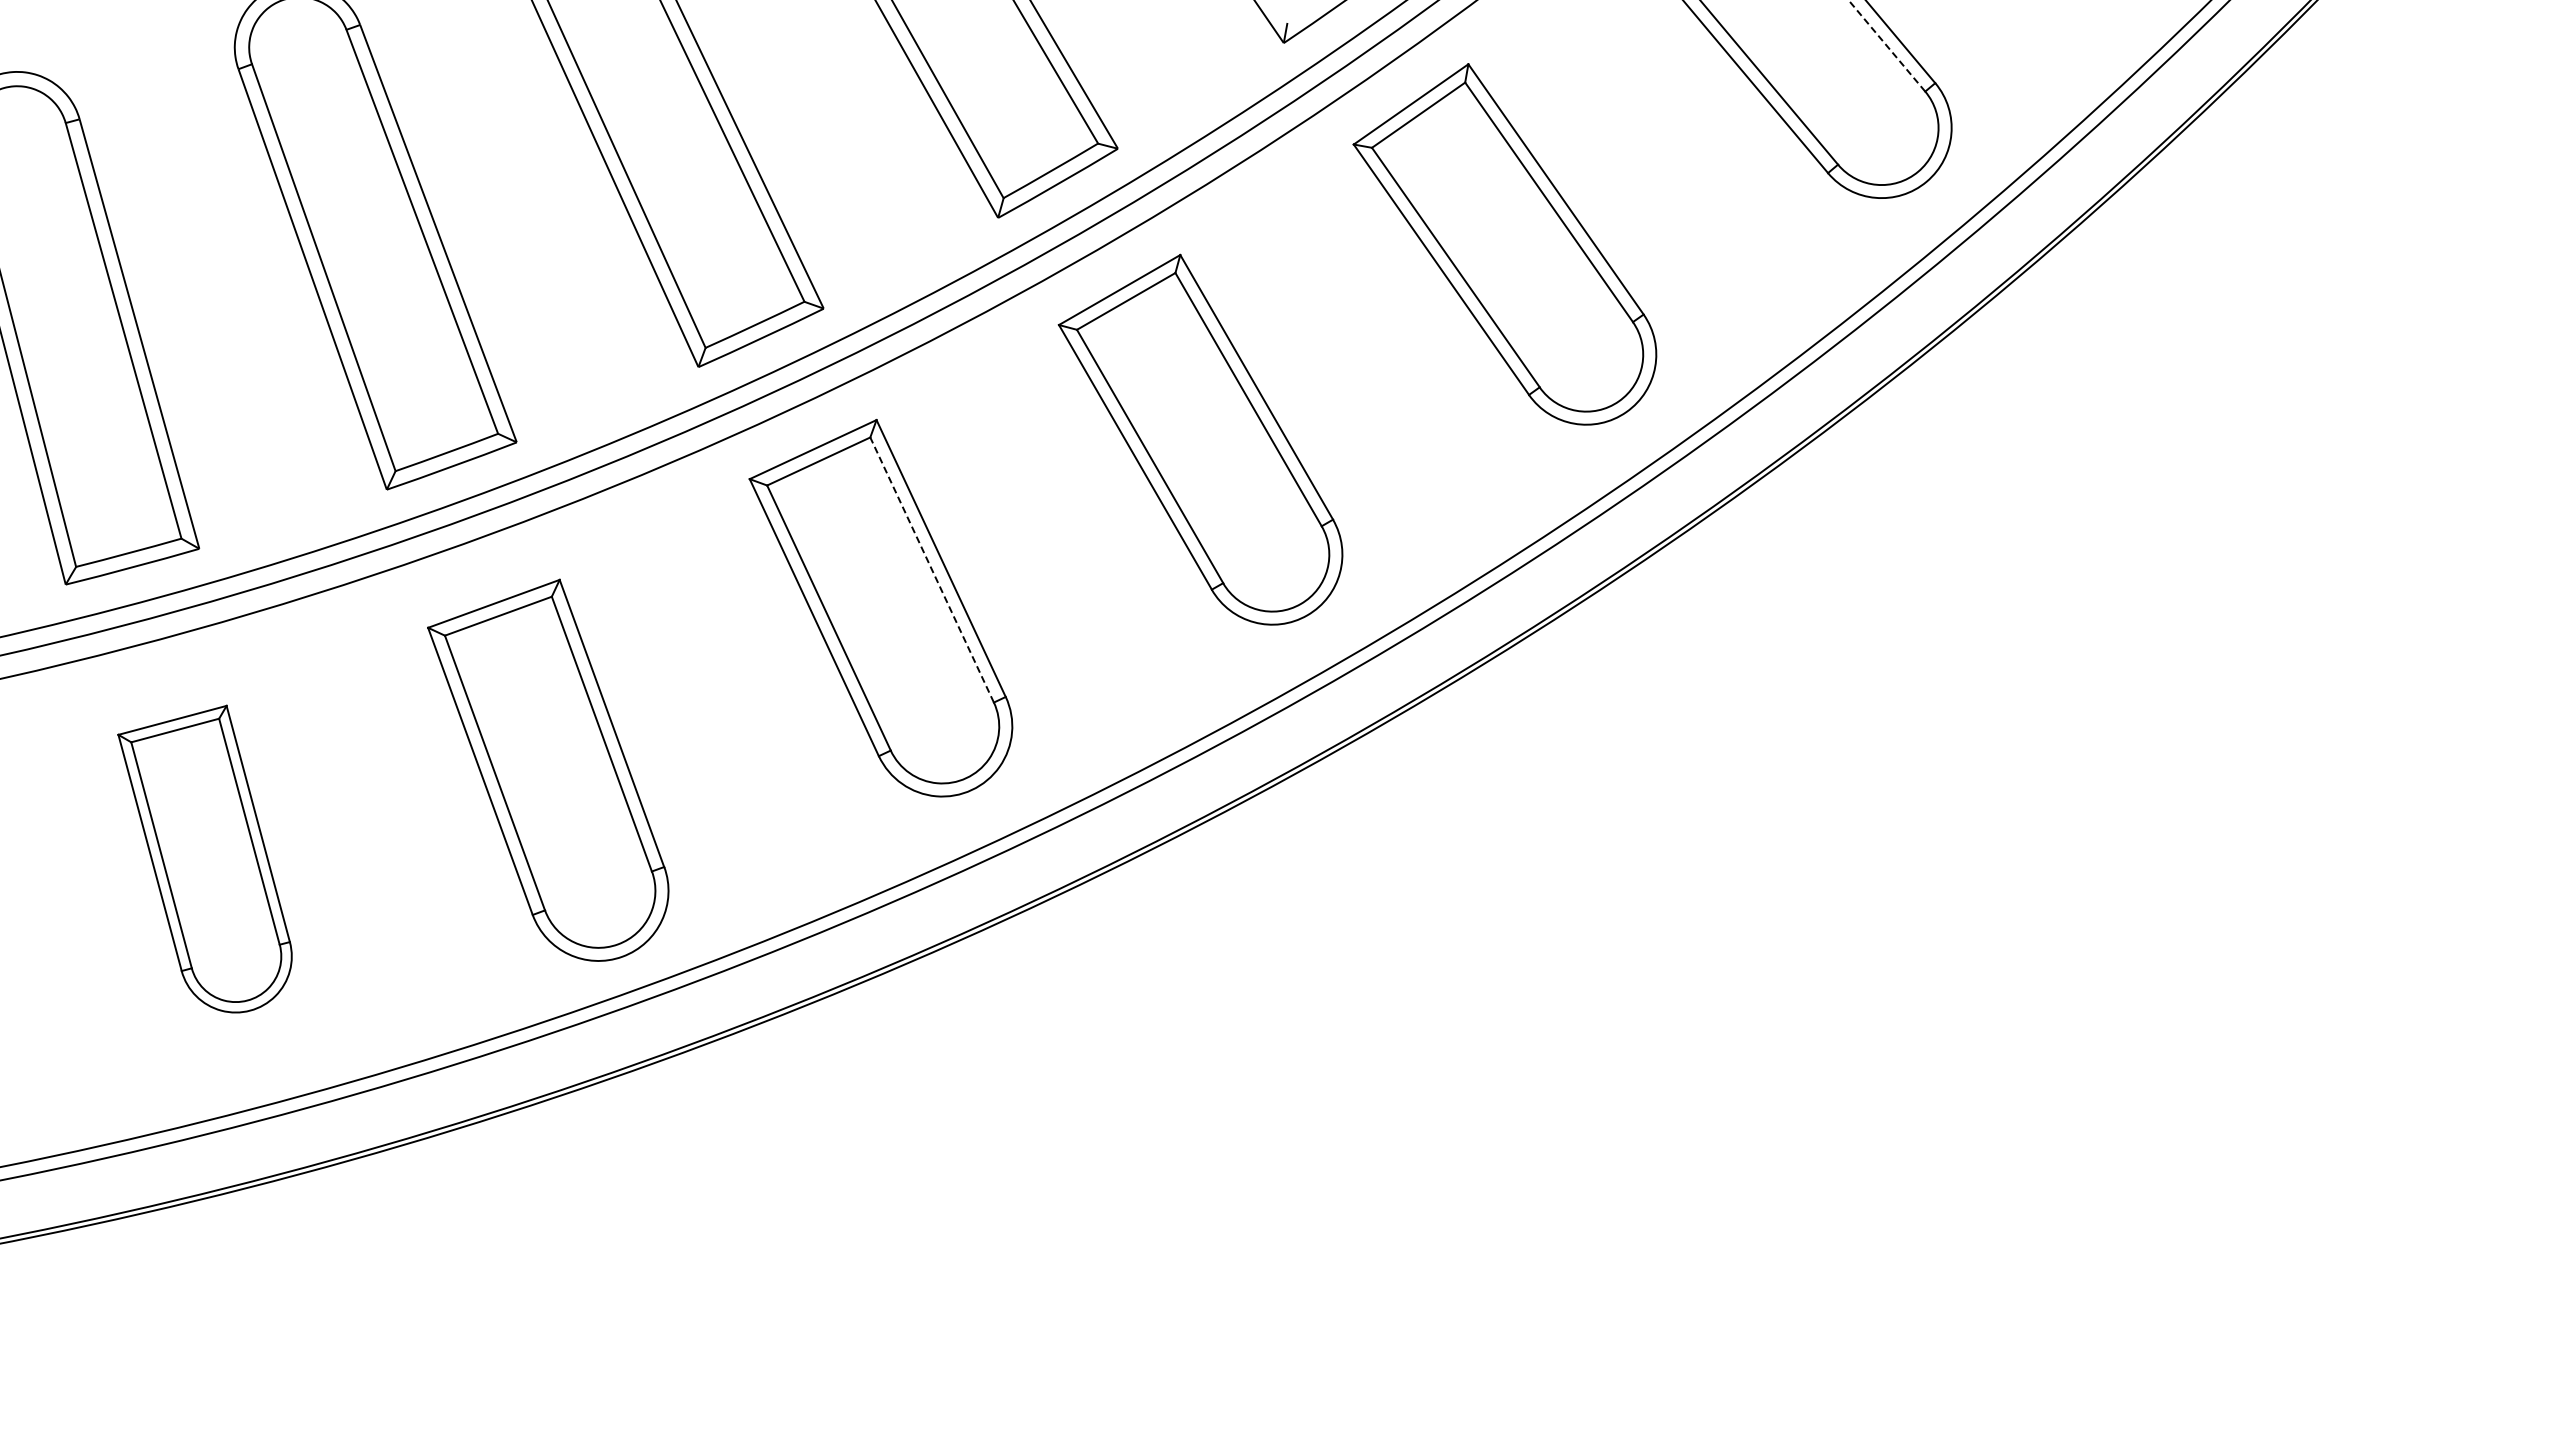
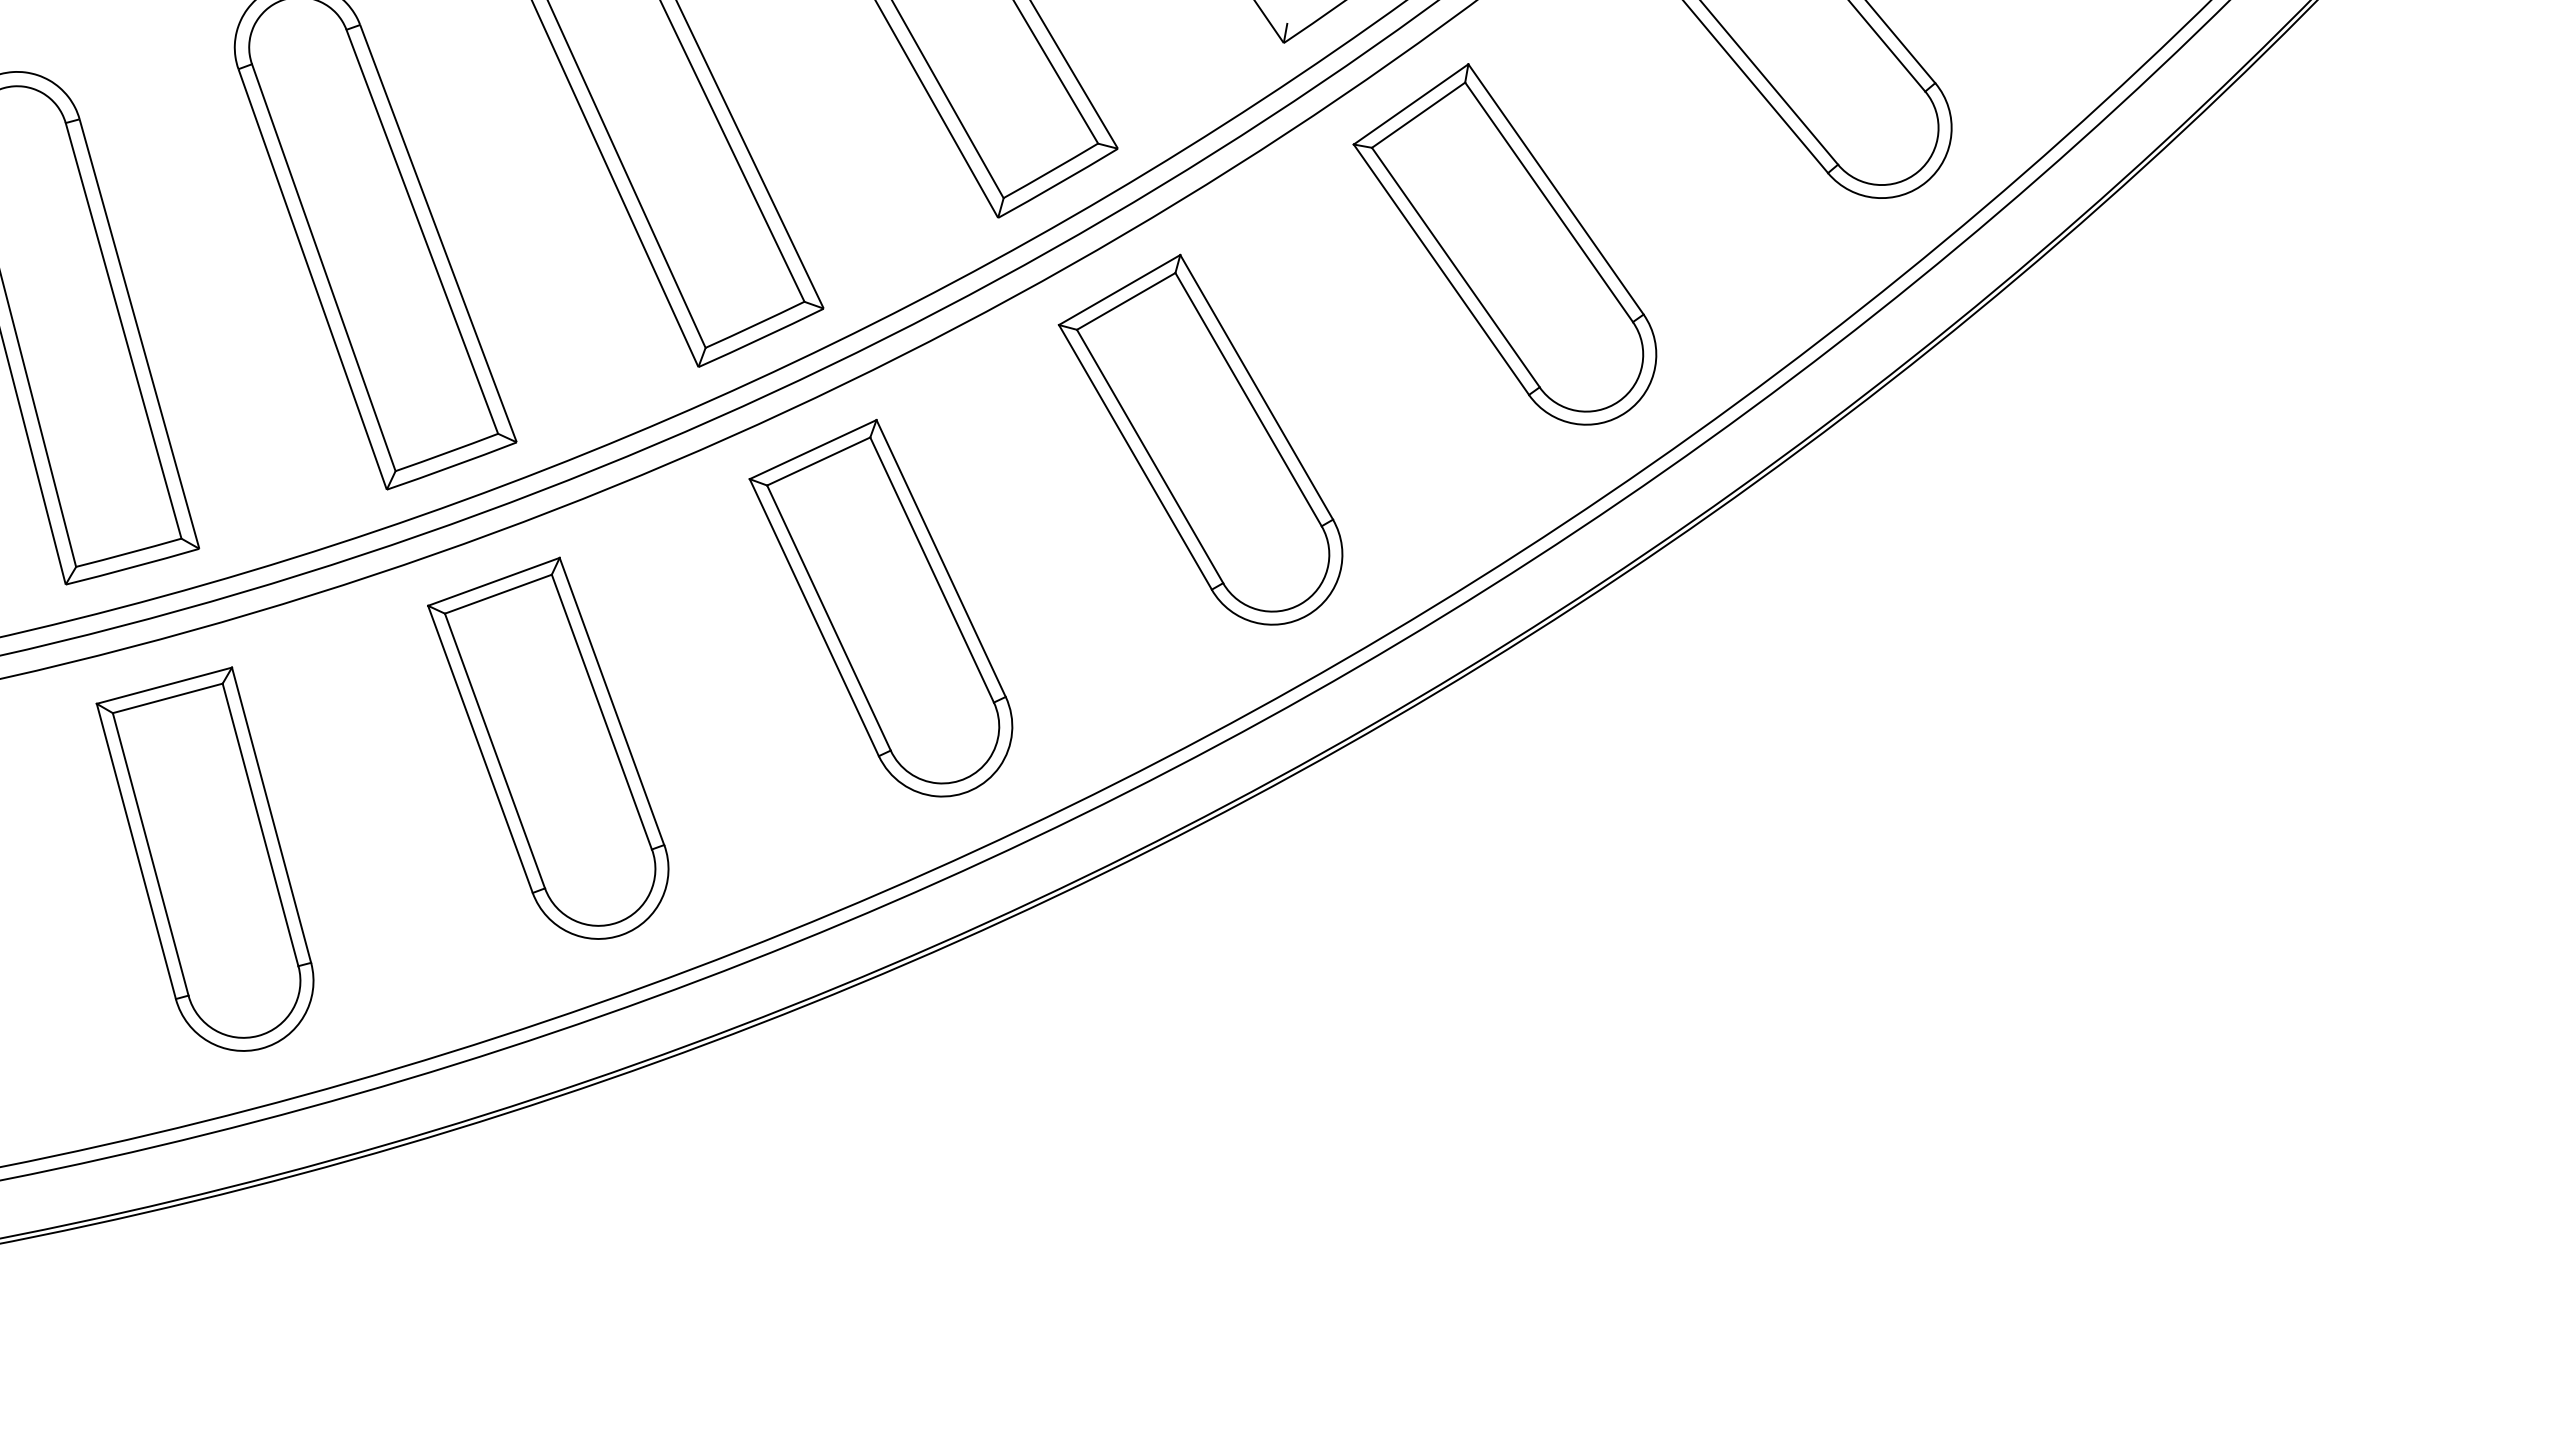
line at (1886, 45): dashed -> solid
line at (931, 569): dashed -> solid
part at (548, 769) position: (548, 769) -> (548, 747)
part at (204, 858) size: 176x310 px -> 220x386 px
